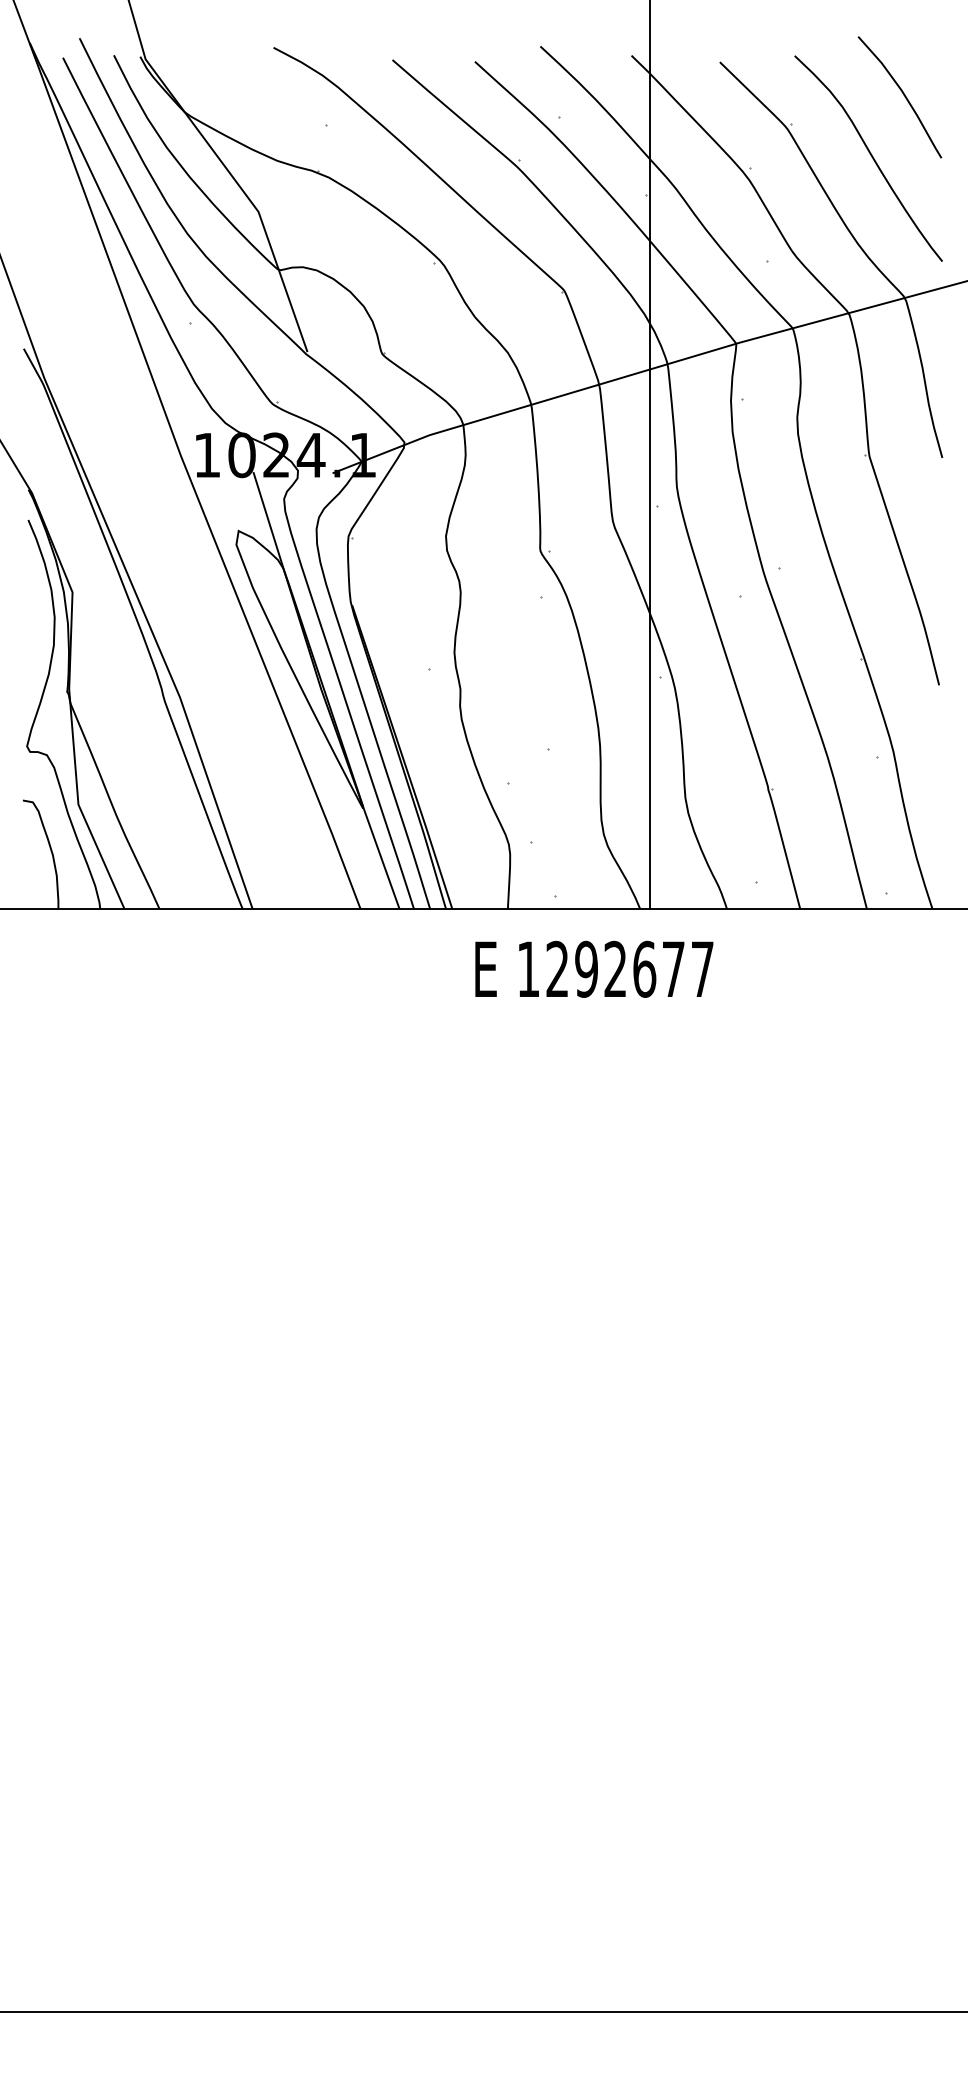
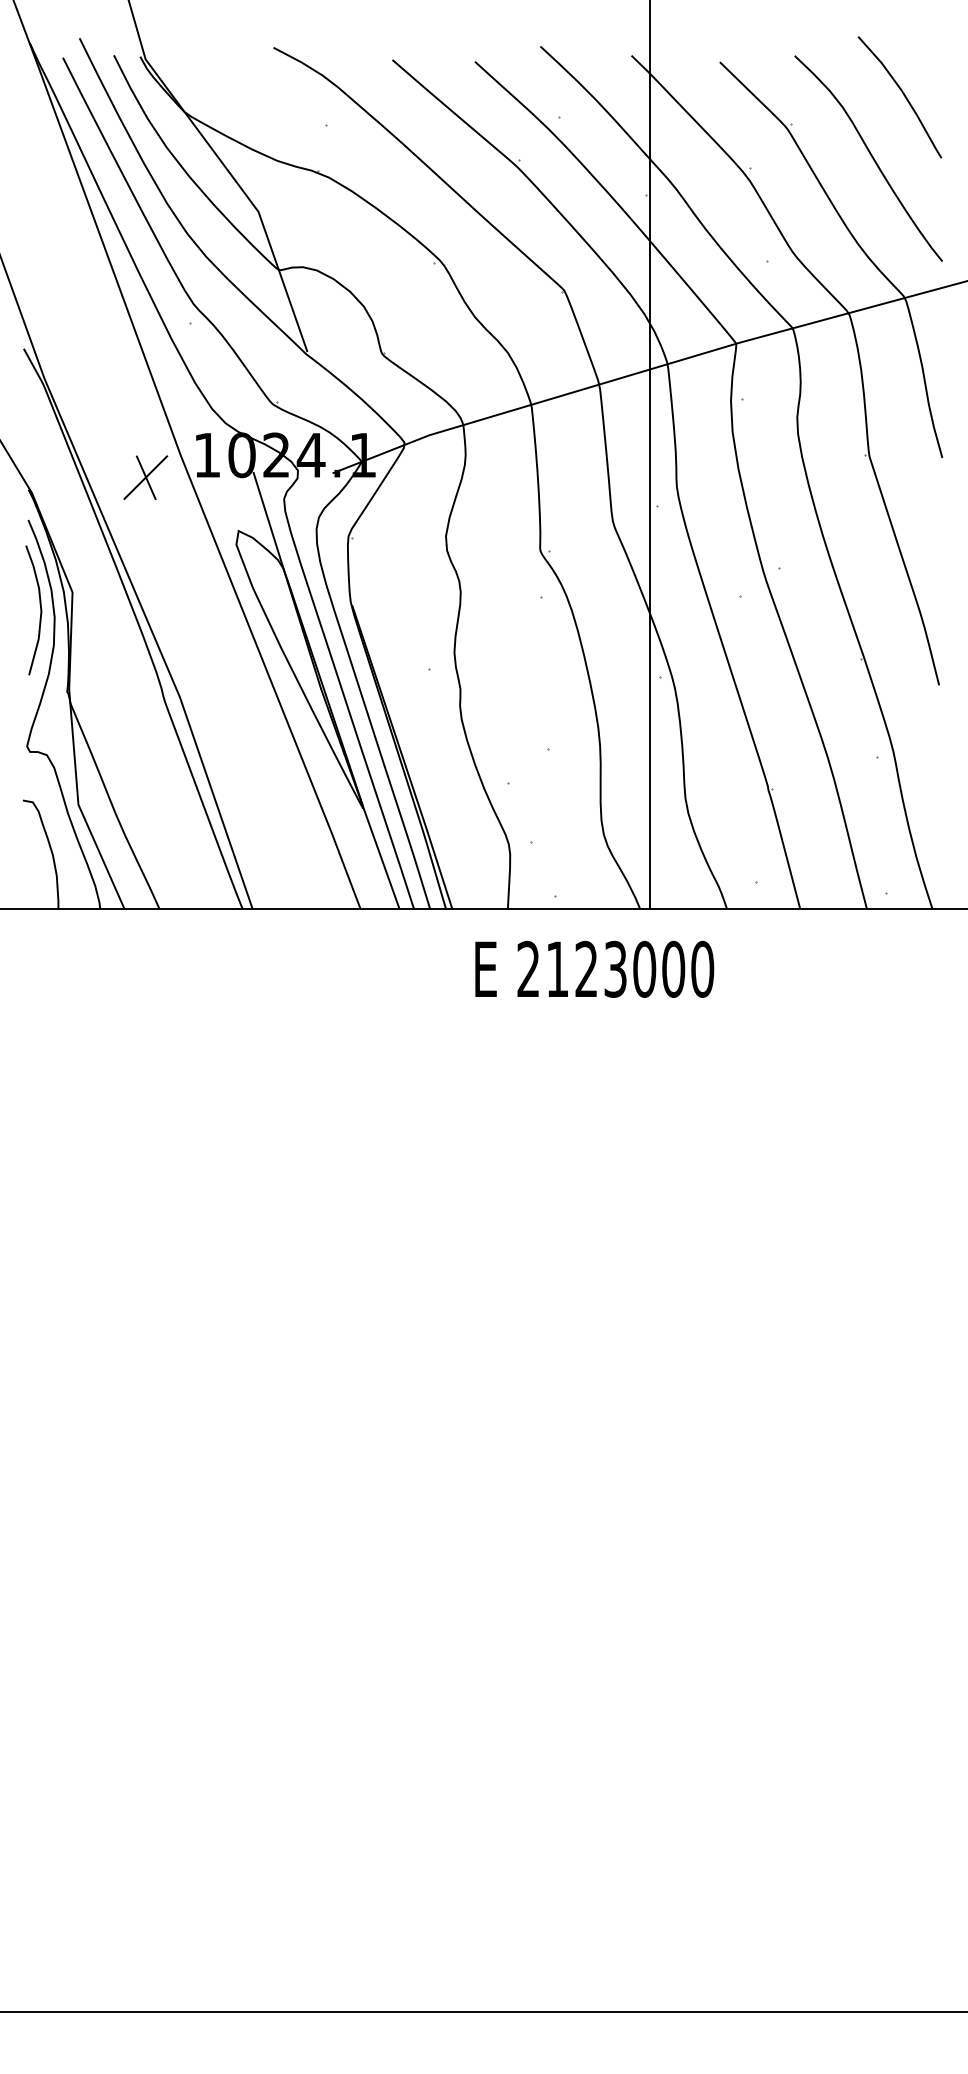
part at (145, 477): none -> present
curve at (40, 610): none -> present
text at (615, 968): 1292677 -> 2123000
